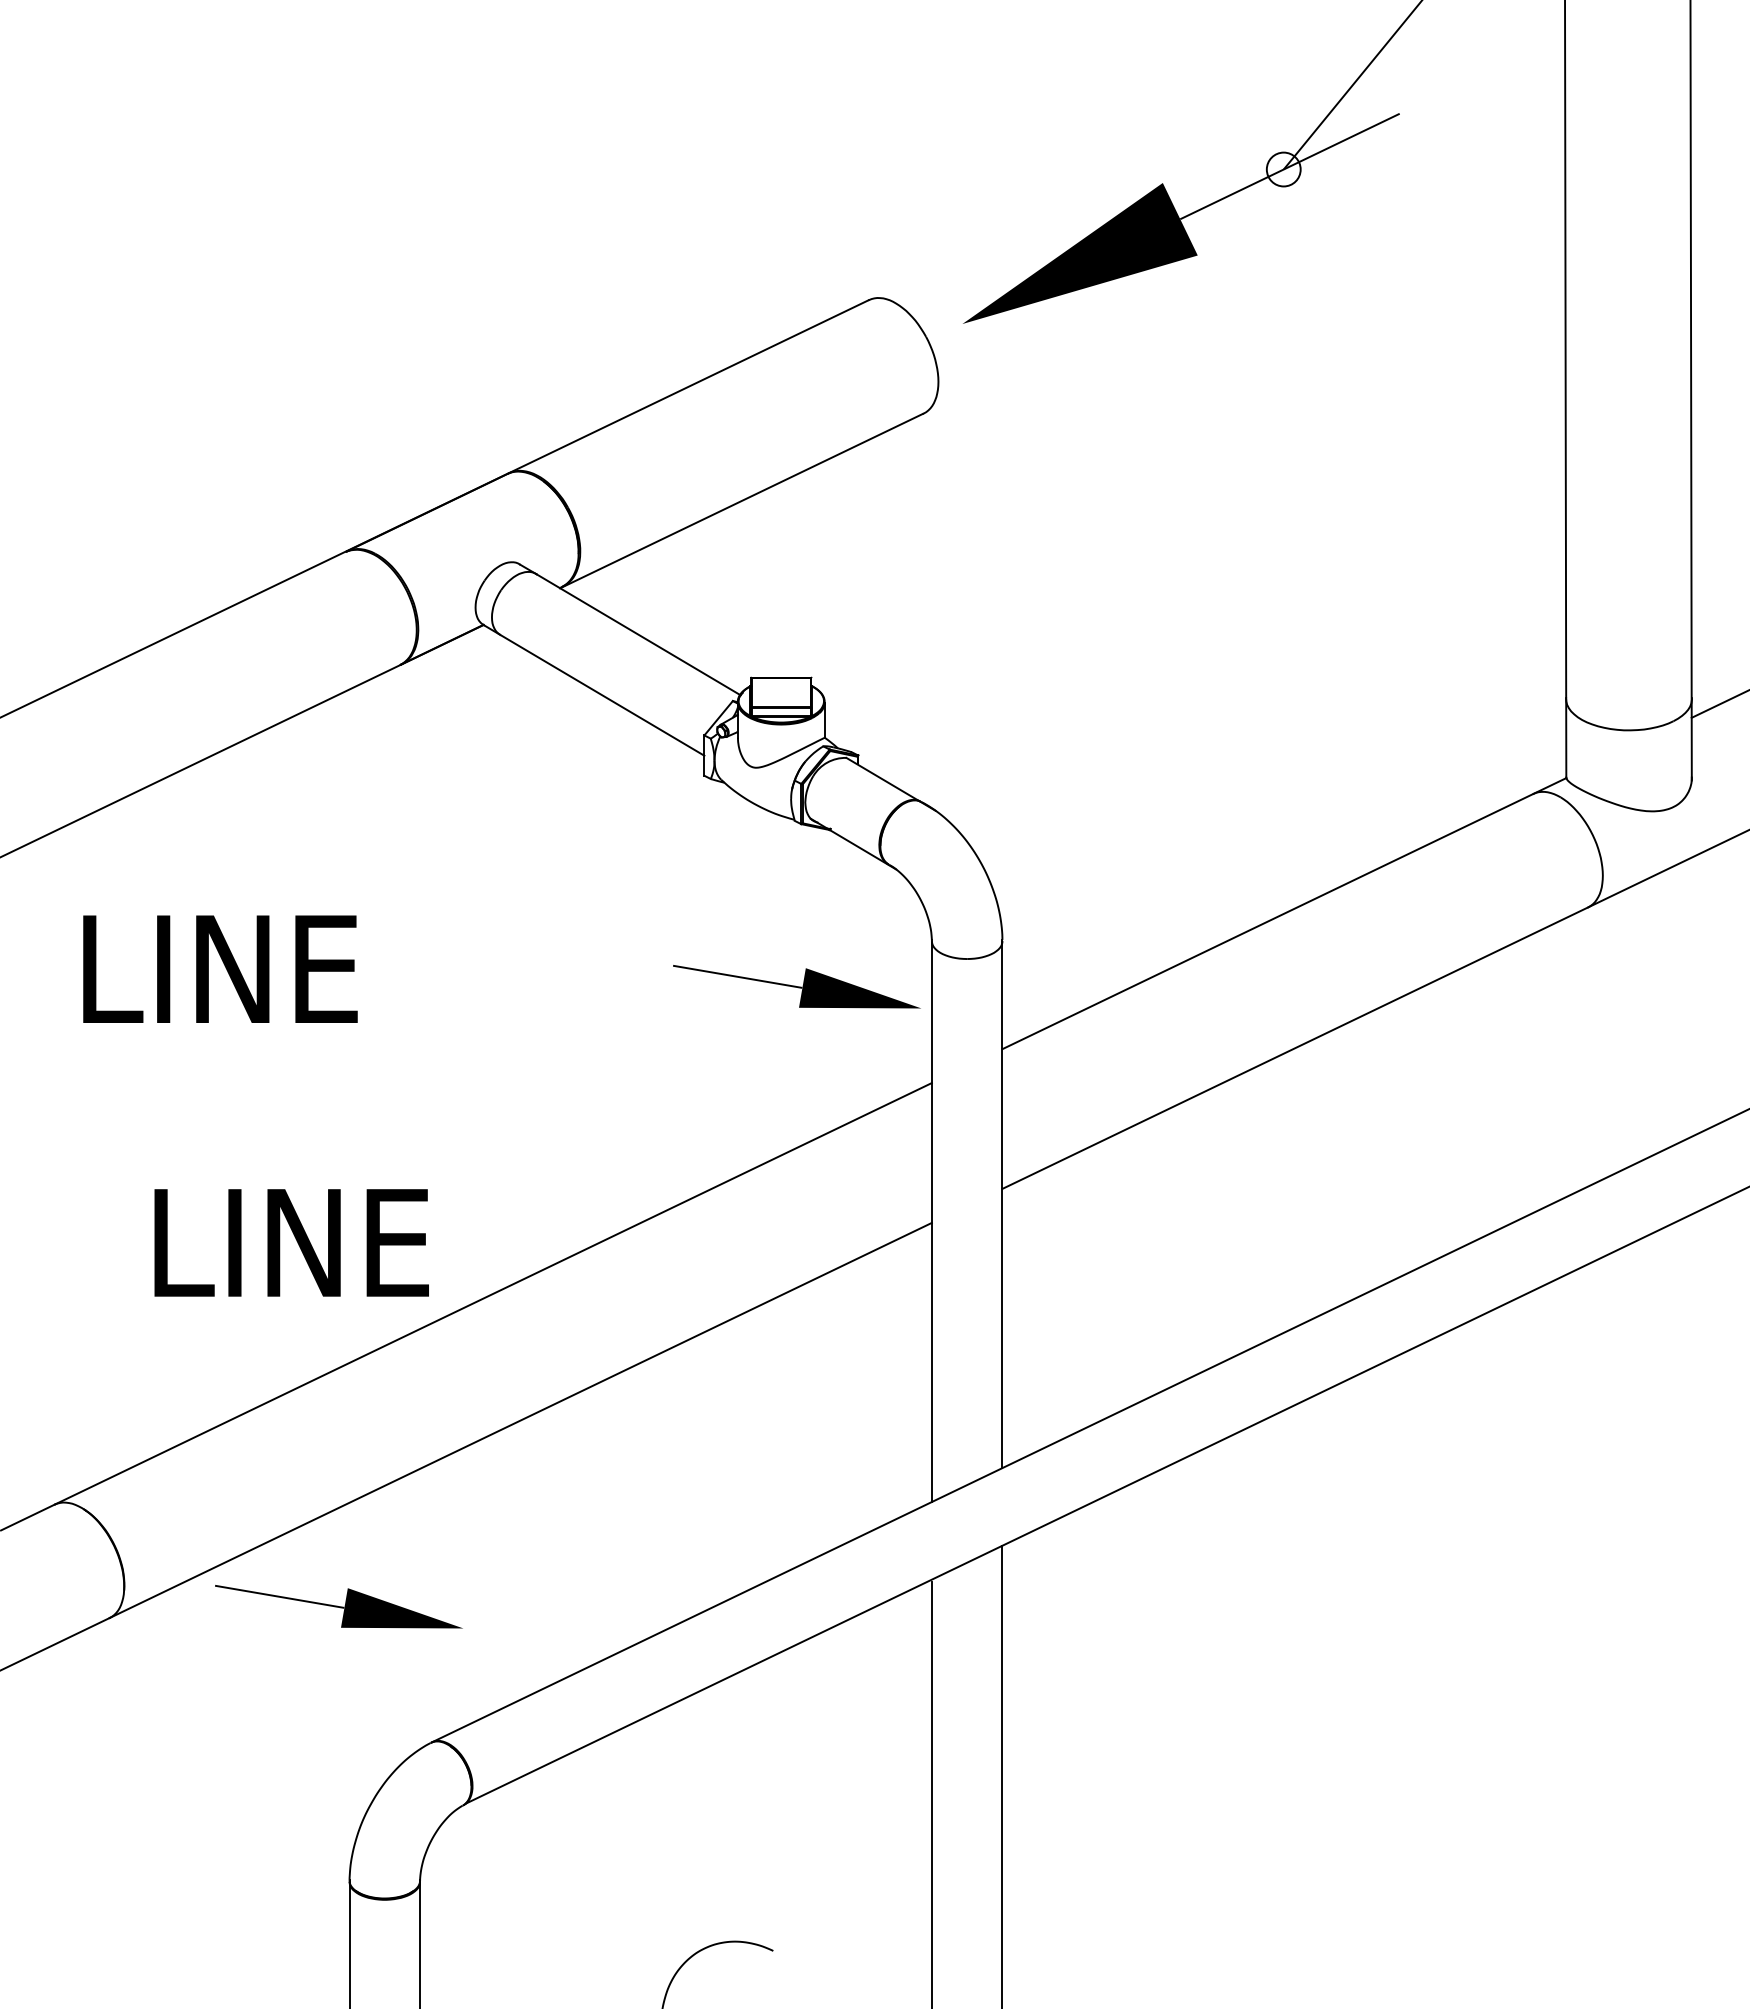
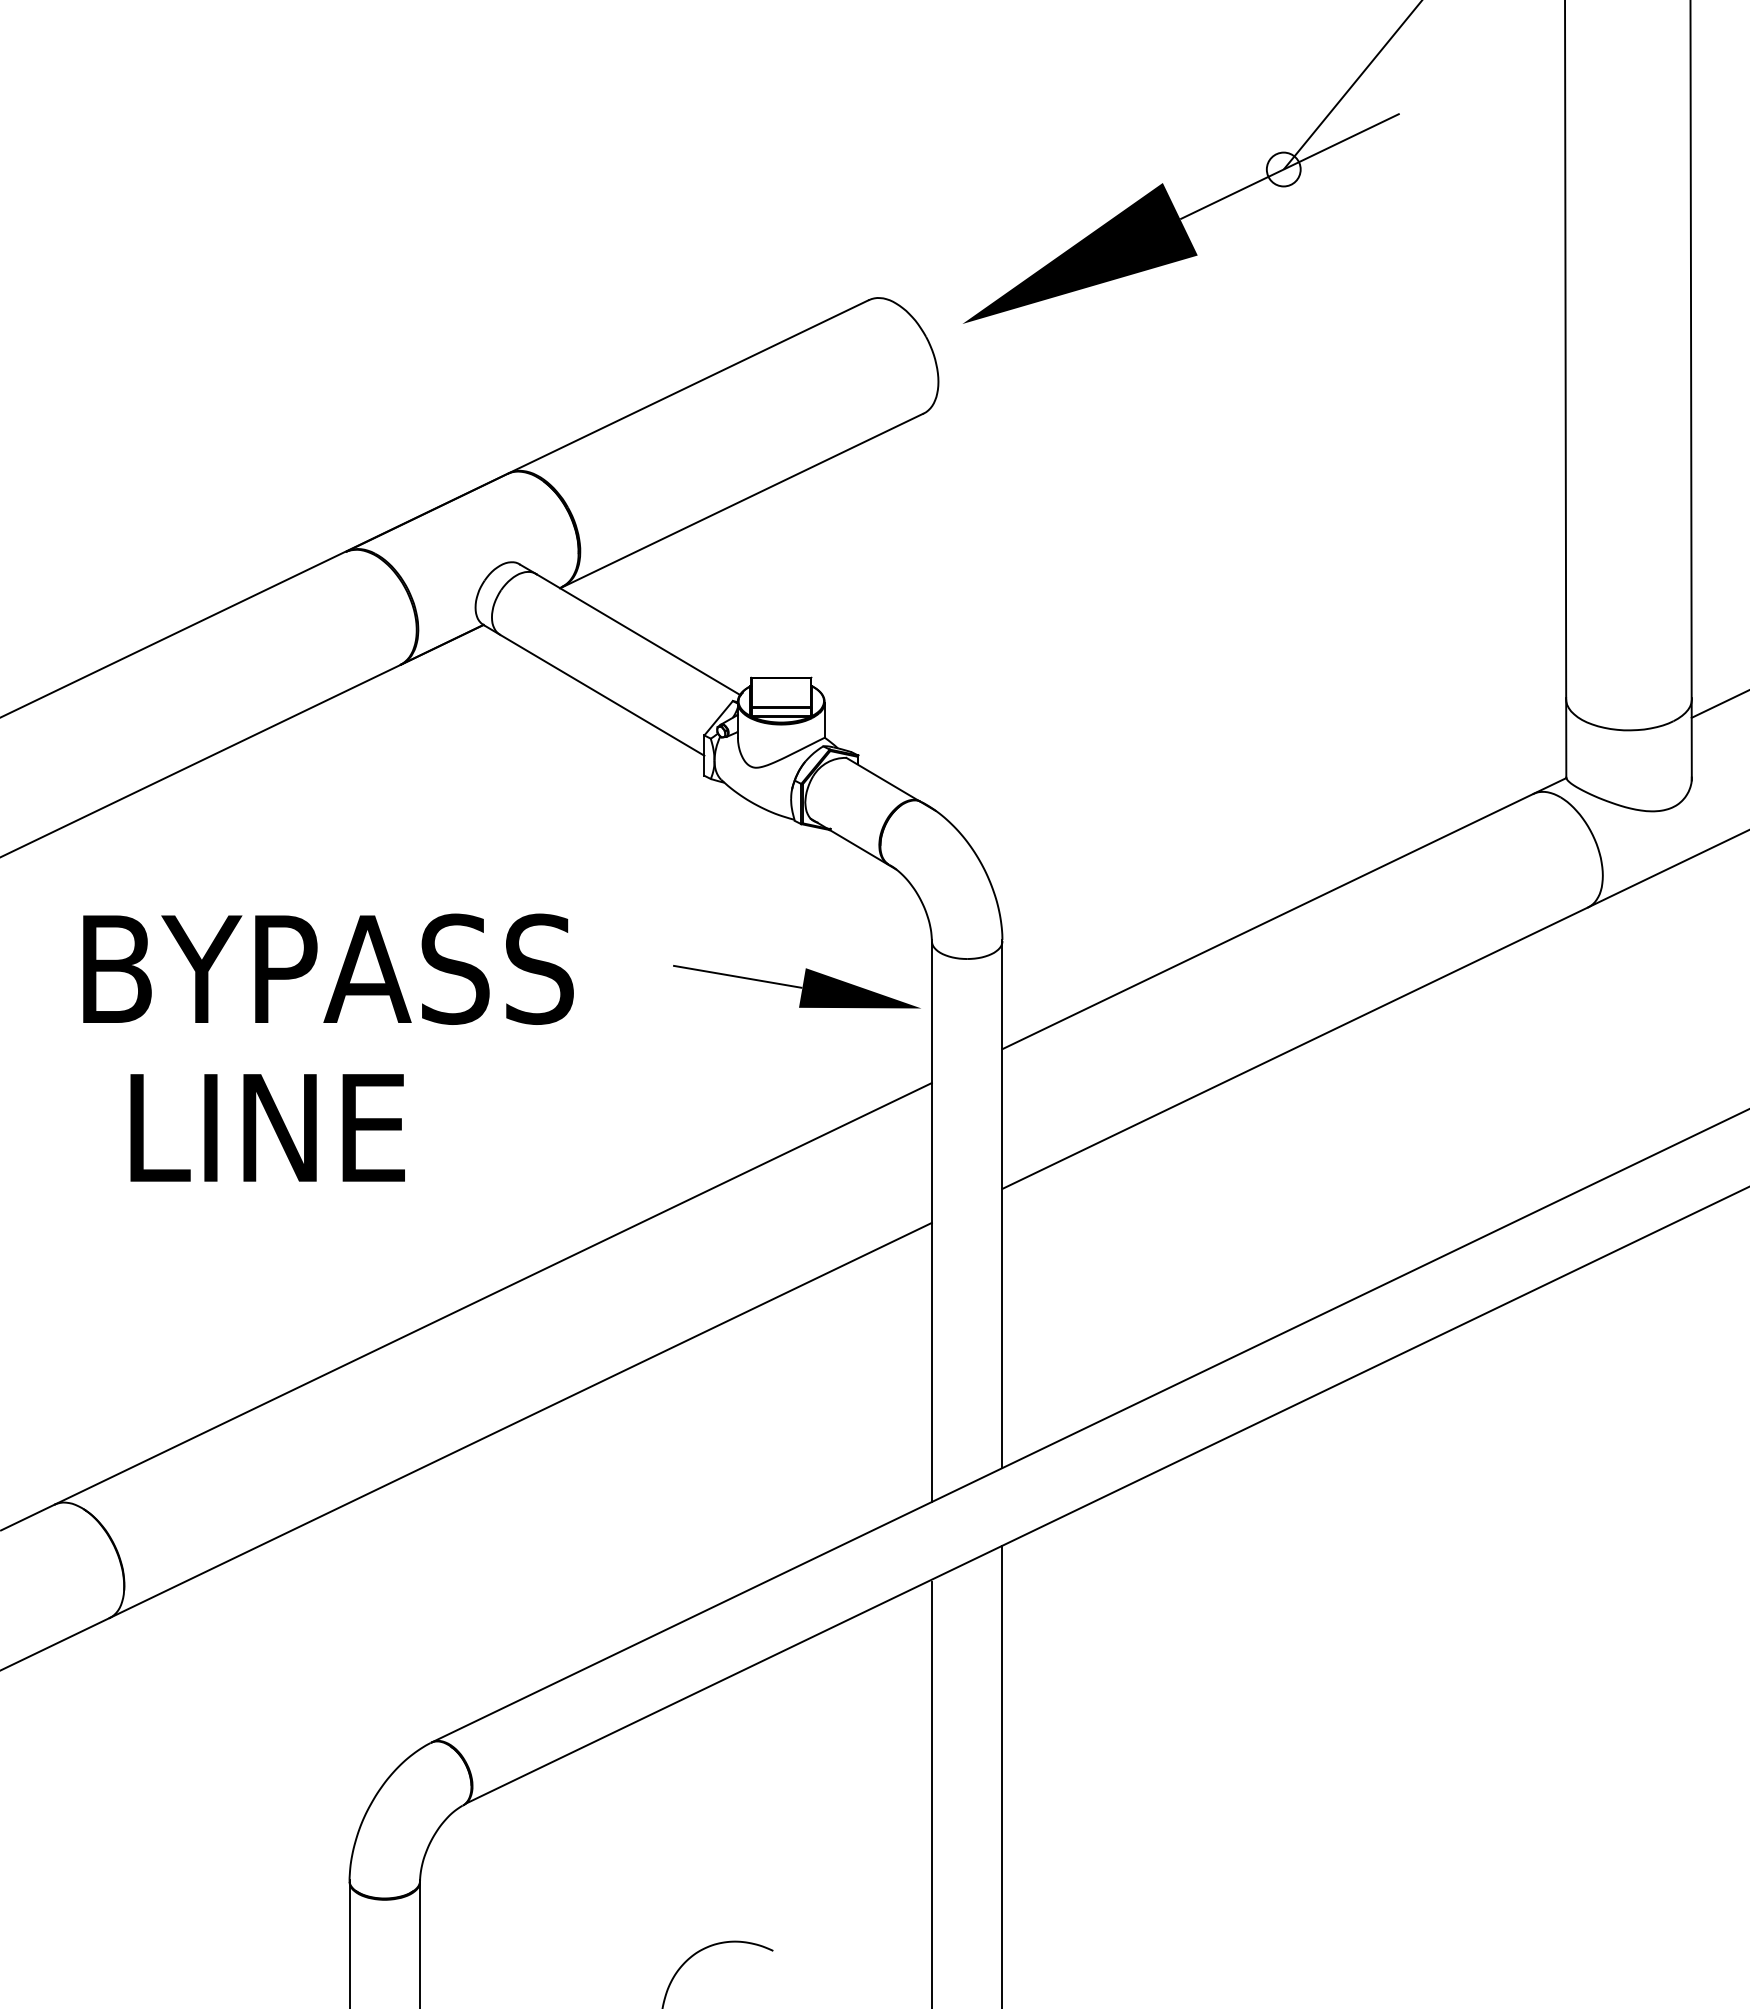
text at (334, 968): LINE -> BYPASS
text at (291, 1242) position: (291, 1242) -> (267, 1127)
part at (338, 1606): present -> none
